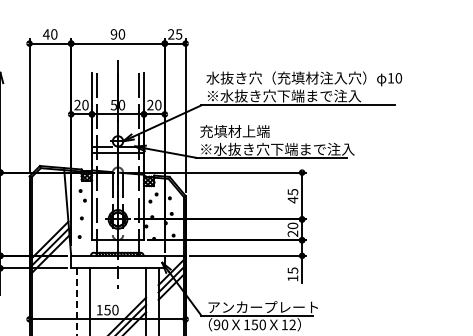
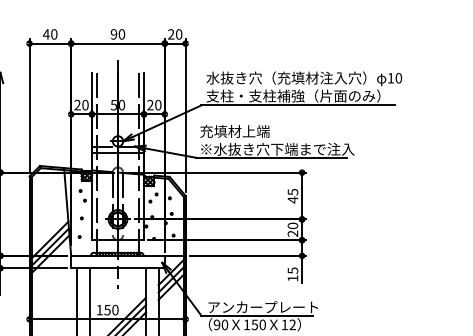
text at (178, 34): 25 -> 20
text at (293, 95): ※水抜き穴下端まで注入 -> 支柱・支柱補強（片面のみ）
line at (77, 302): dashed -> solid
